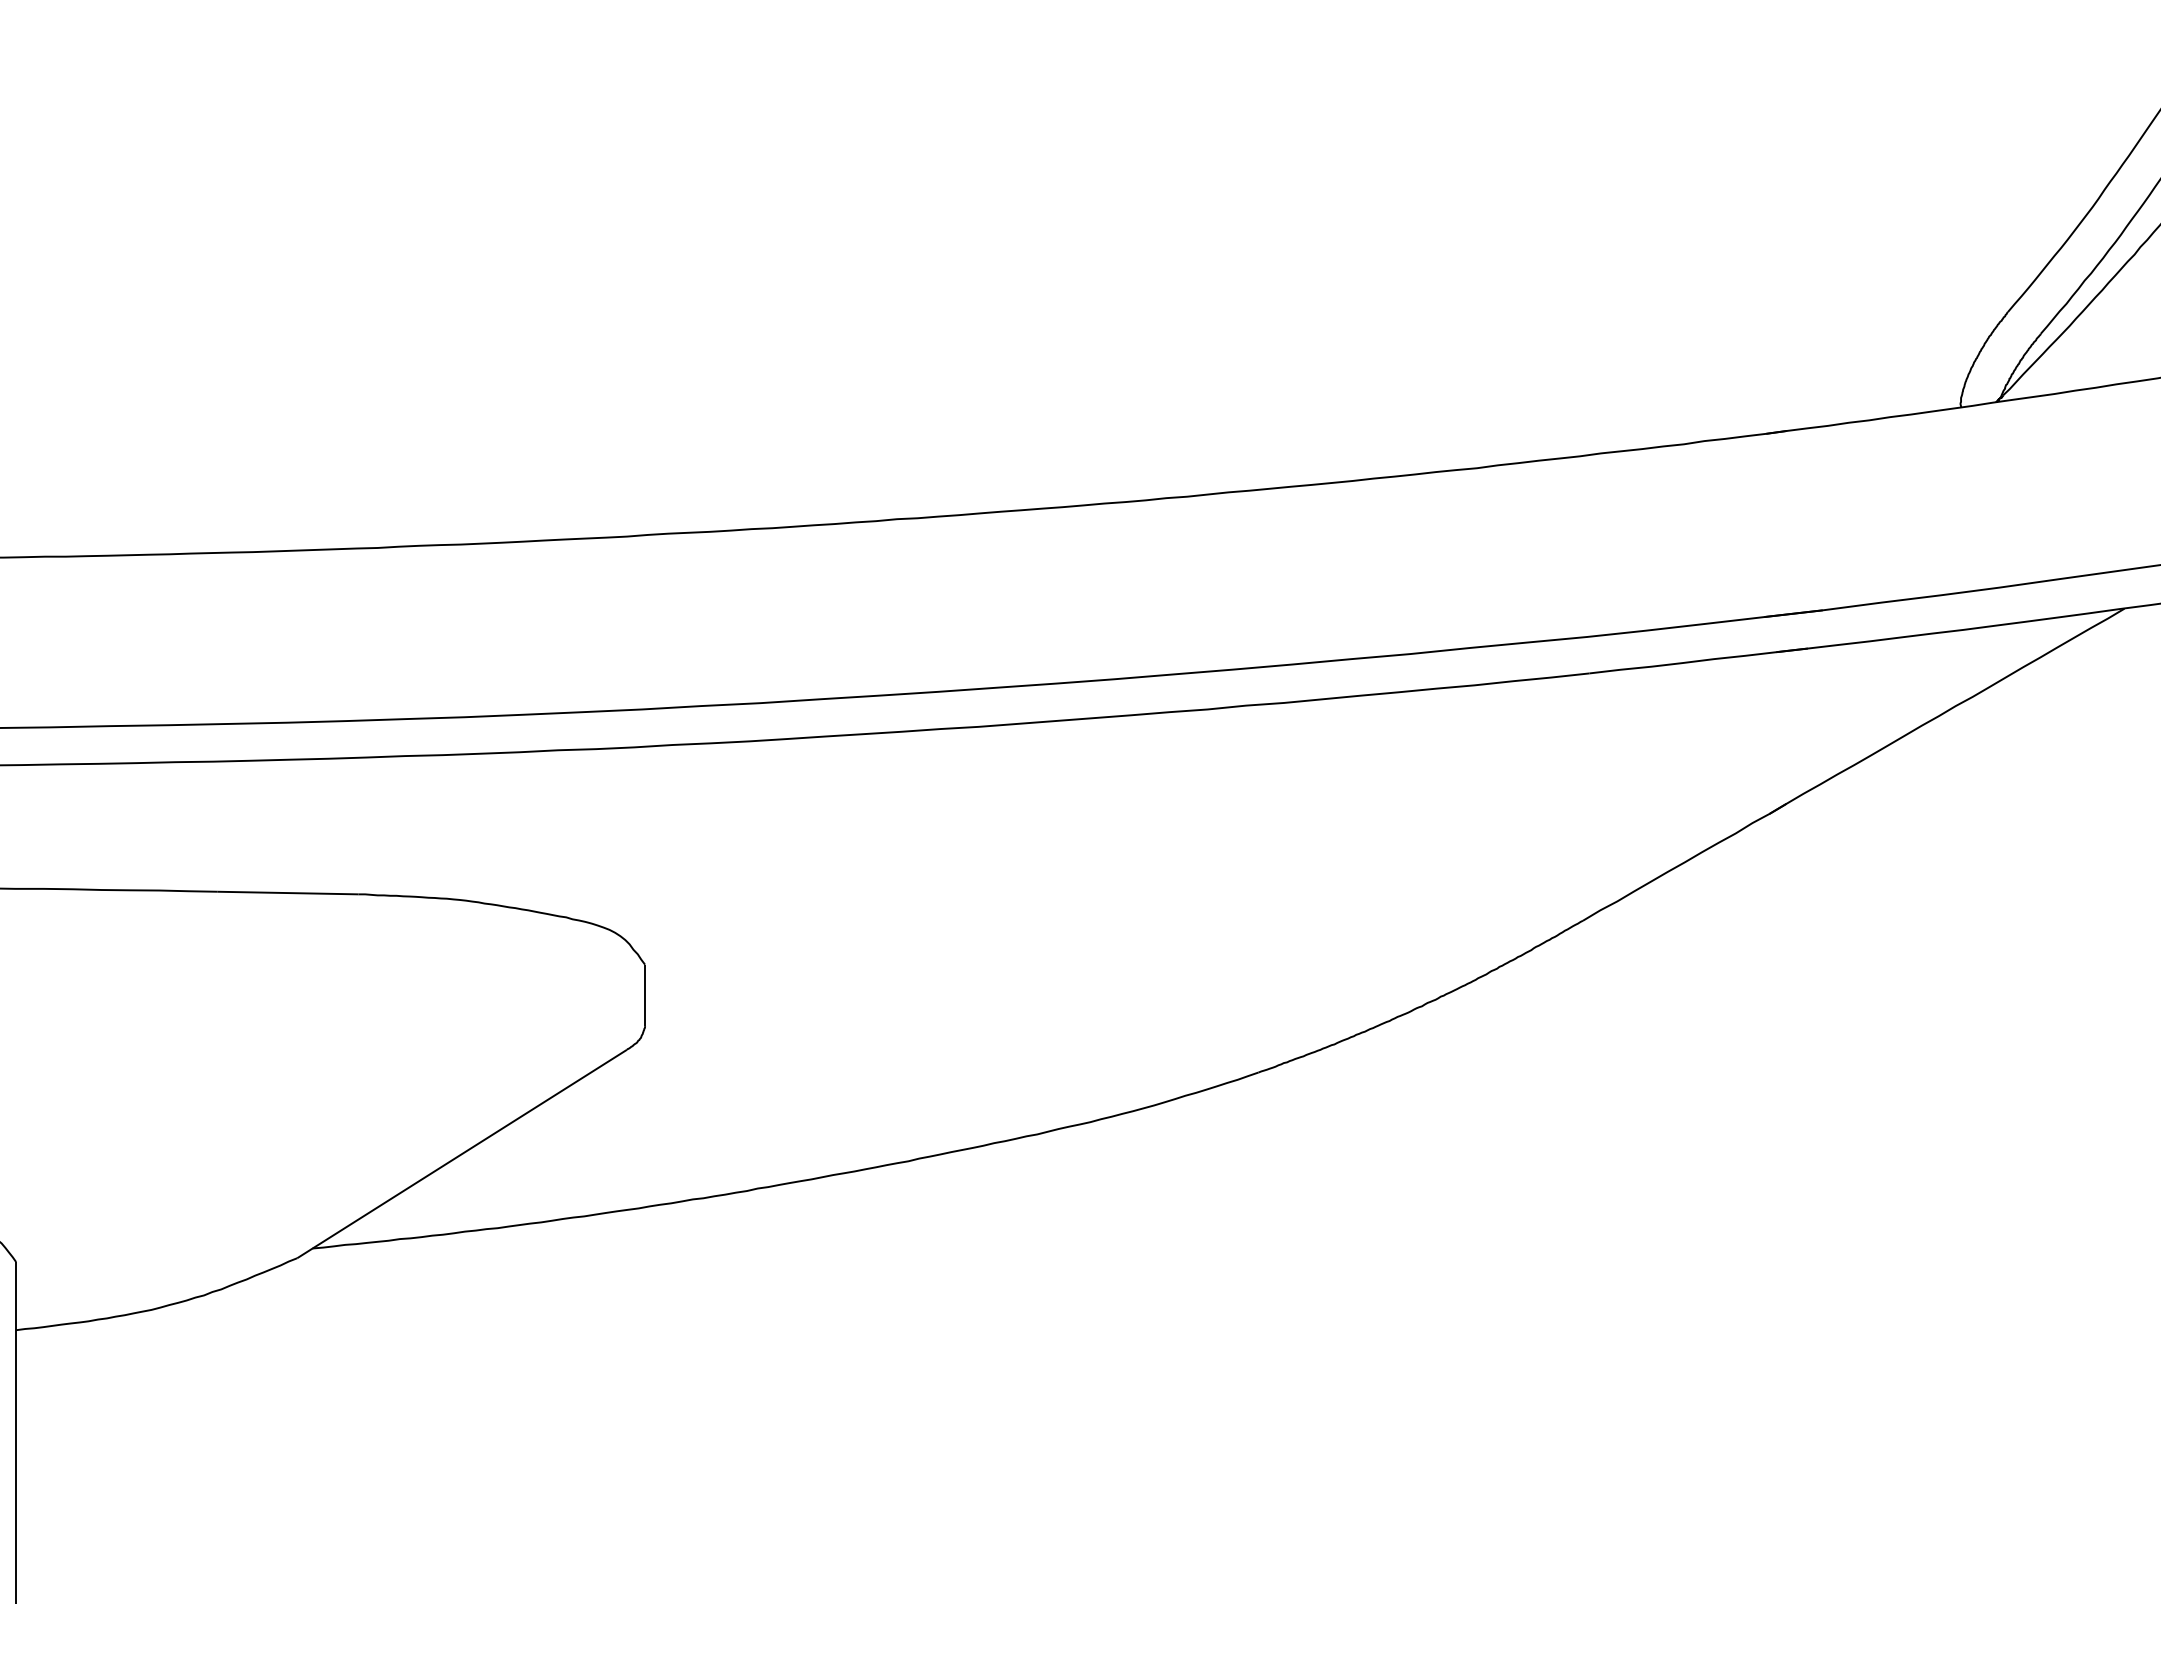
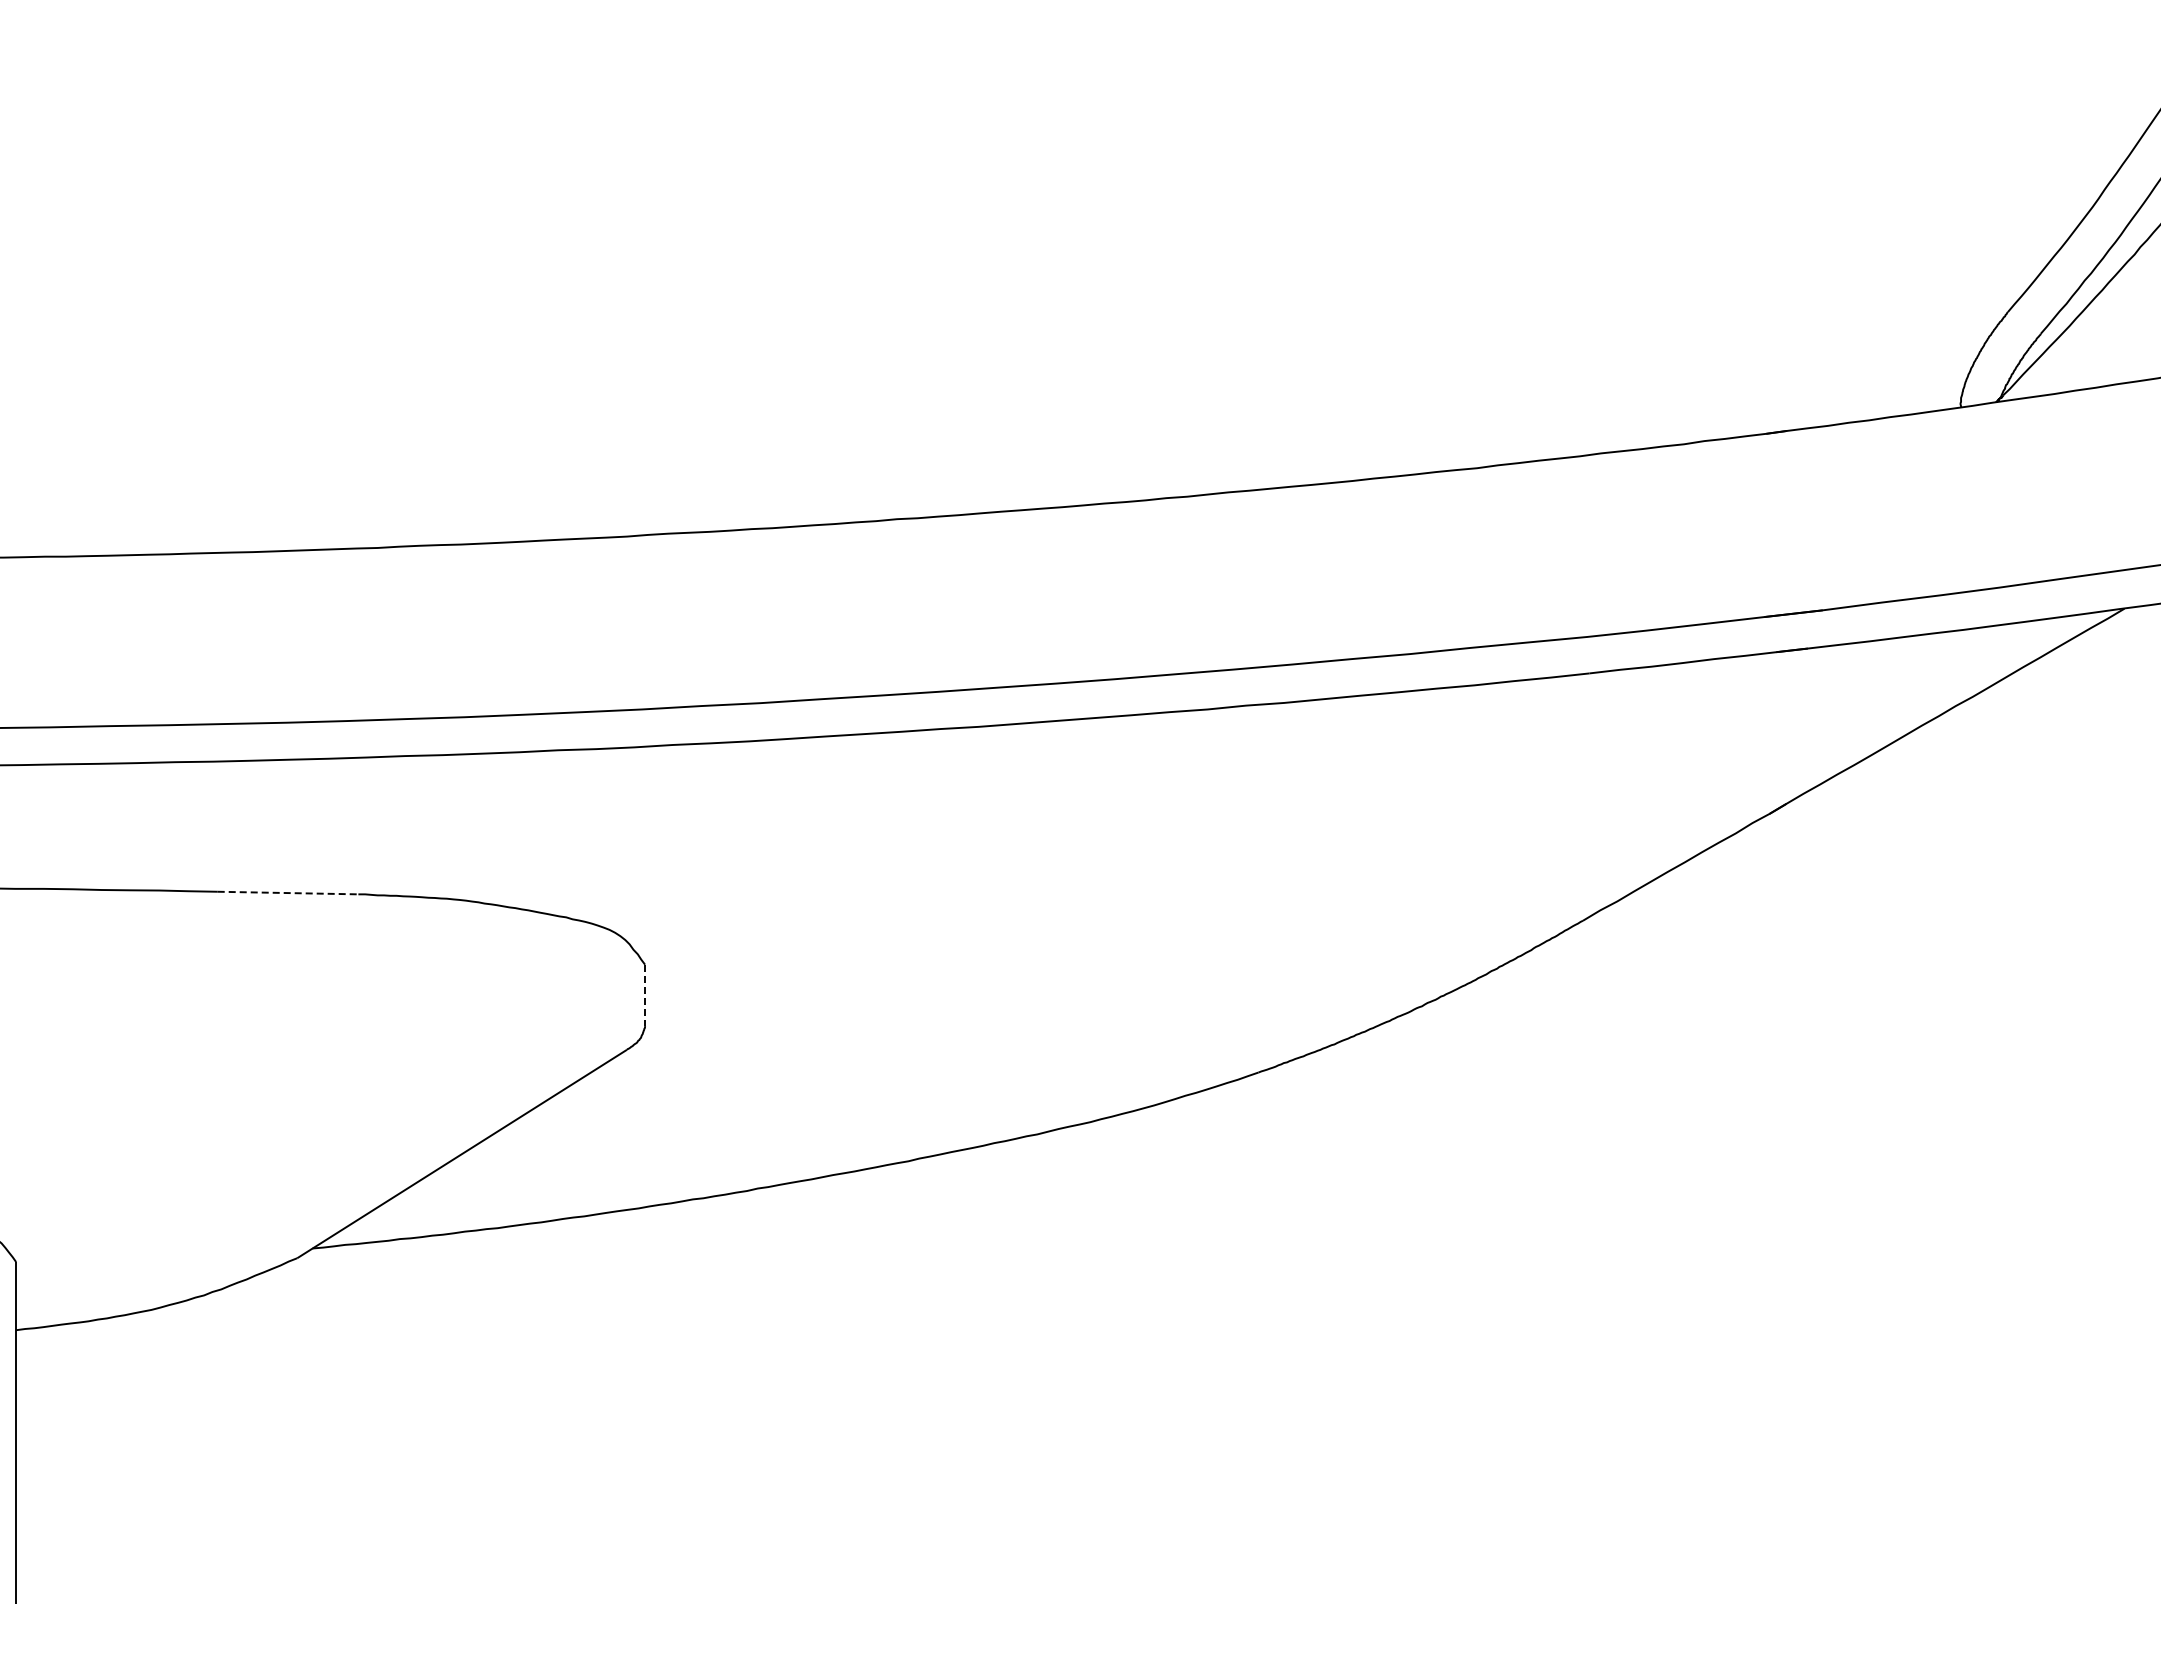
line at (288, 893): solid -> dashed
line at (645, 995): solid -> dashed
